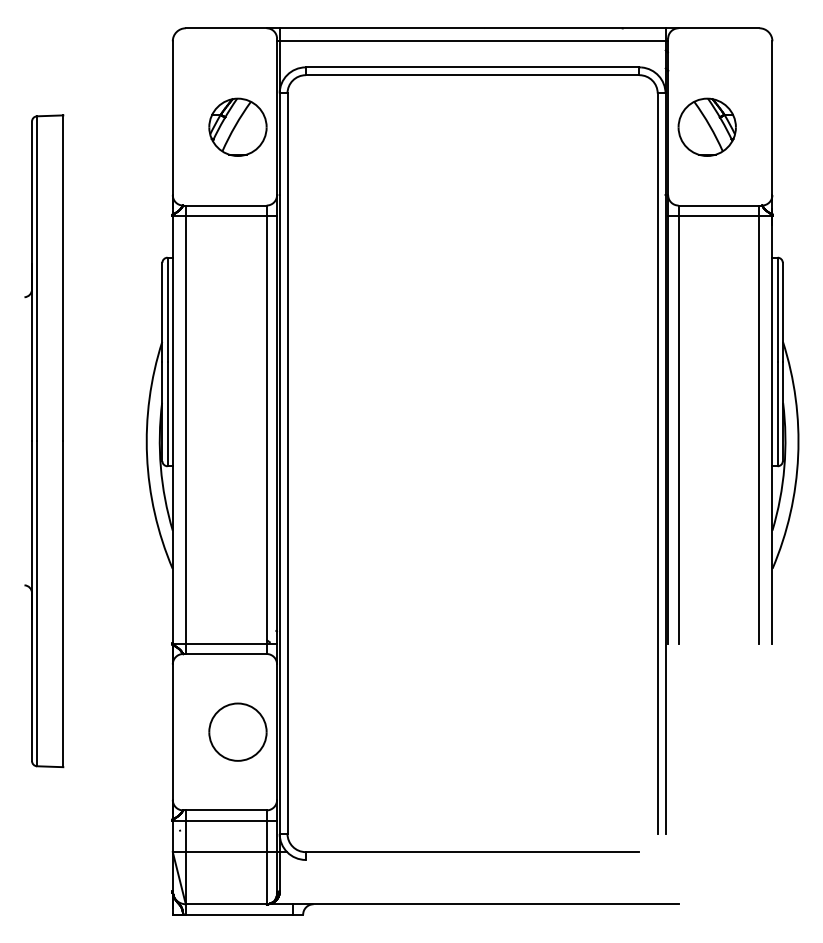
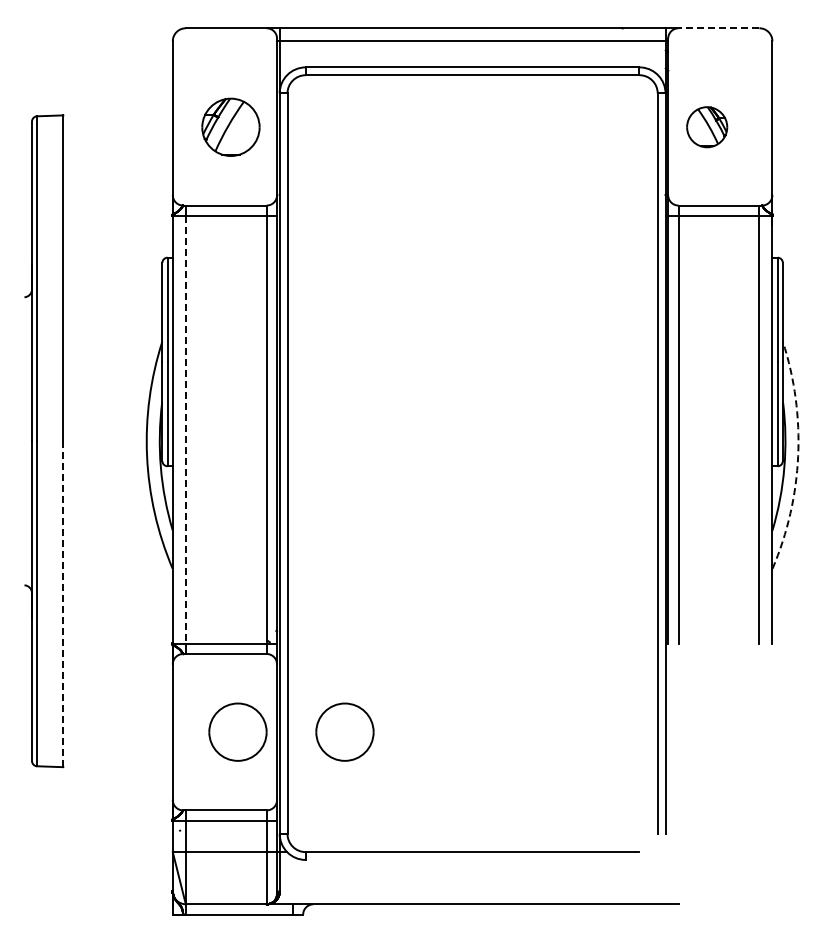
line at (718, 28): solid -> dashed
part at (237, 126) position: (237, 126) -> (230, 126)
part at (706, 126) size: 60x60 px -> 43x43 px
line at (185, 429): solid -> dashed
arc at (798, 456): solid -> dashed
line at (63, 604): solid -> dashed
part at (344, 731): none -> present
